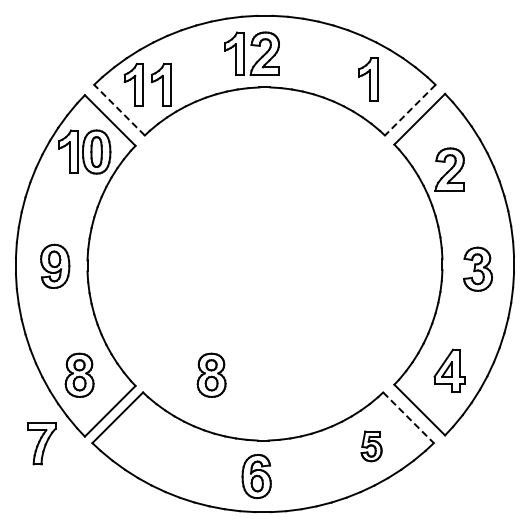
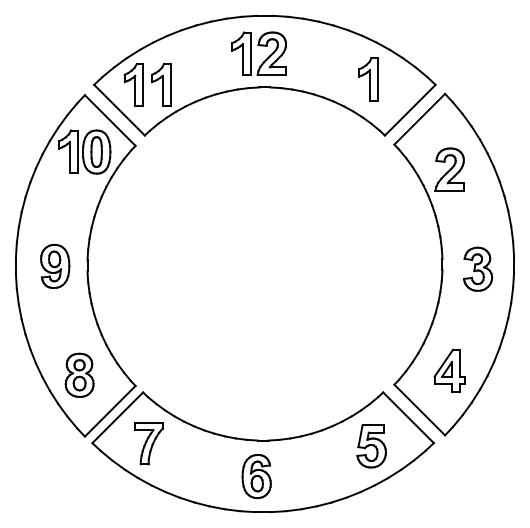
part at (244, 53) position: (244, 53) -> (251, 53)
line at (119, 110): dashed -> solid
line at (410, 110): dashed -> solid
part at (211, 374): present -> none
line at (408, 417): dashed -> solid
part at (41, 443) position: (41, 443) -> (148, 443)
part at (371, 446) size: 23x33 px -> 31x45 px
